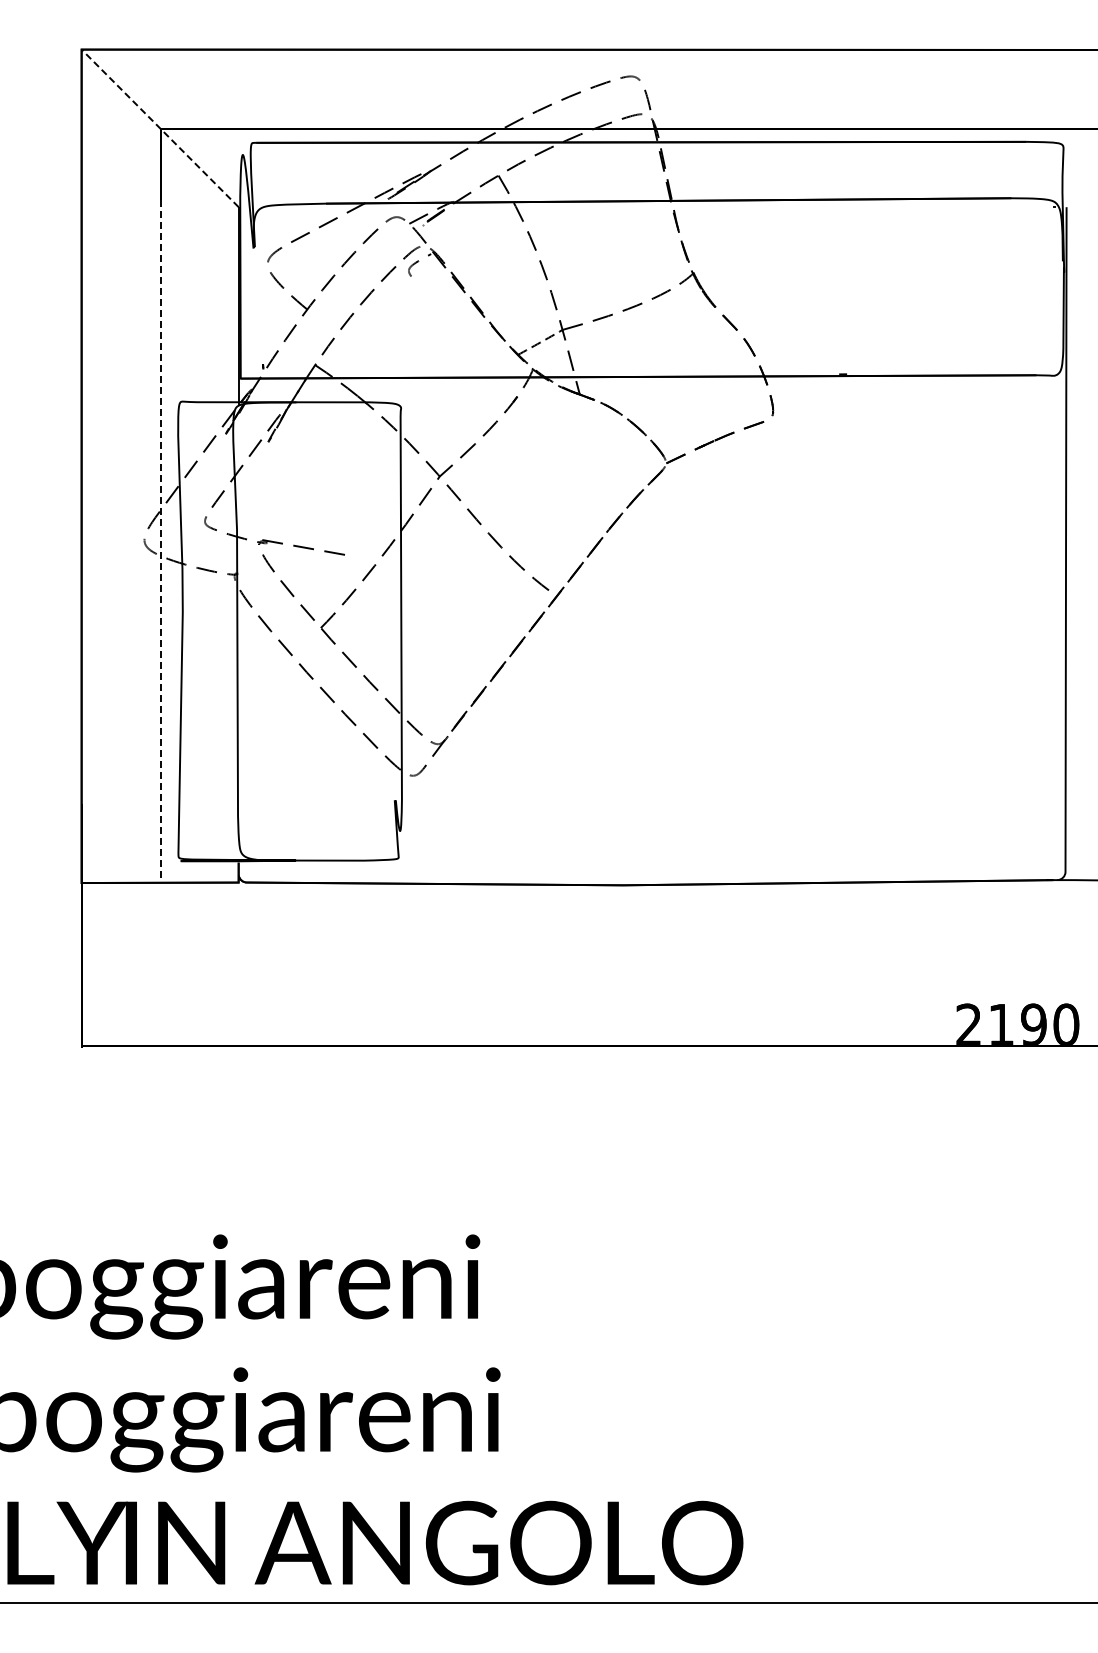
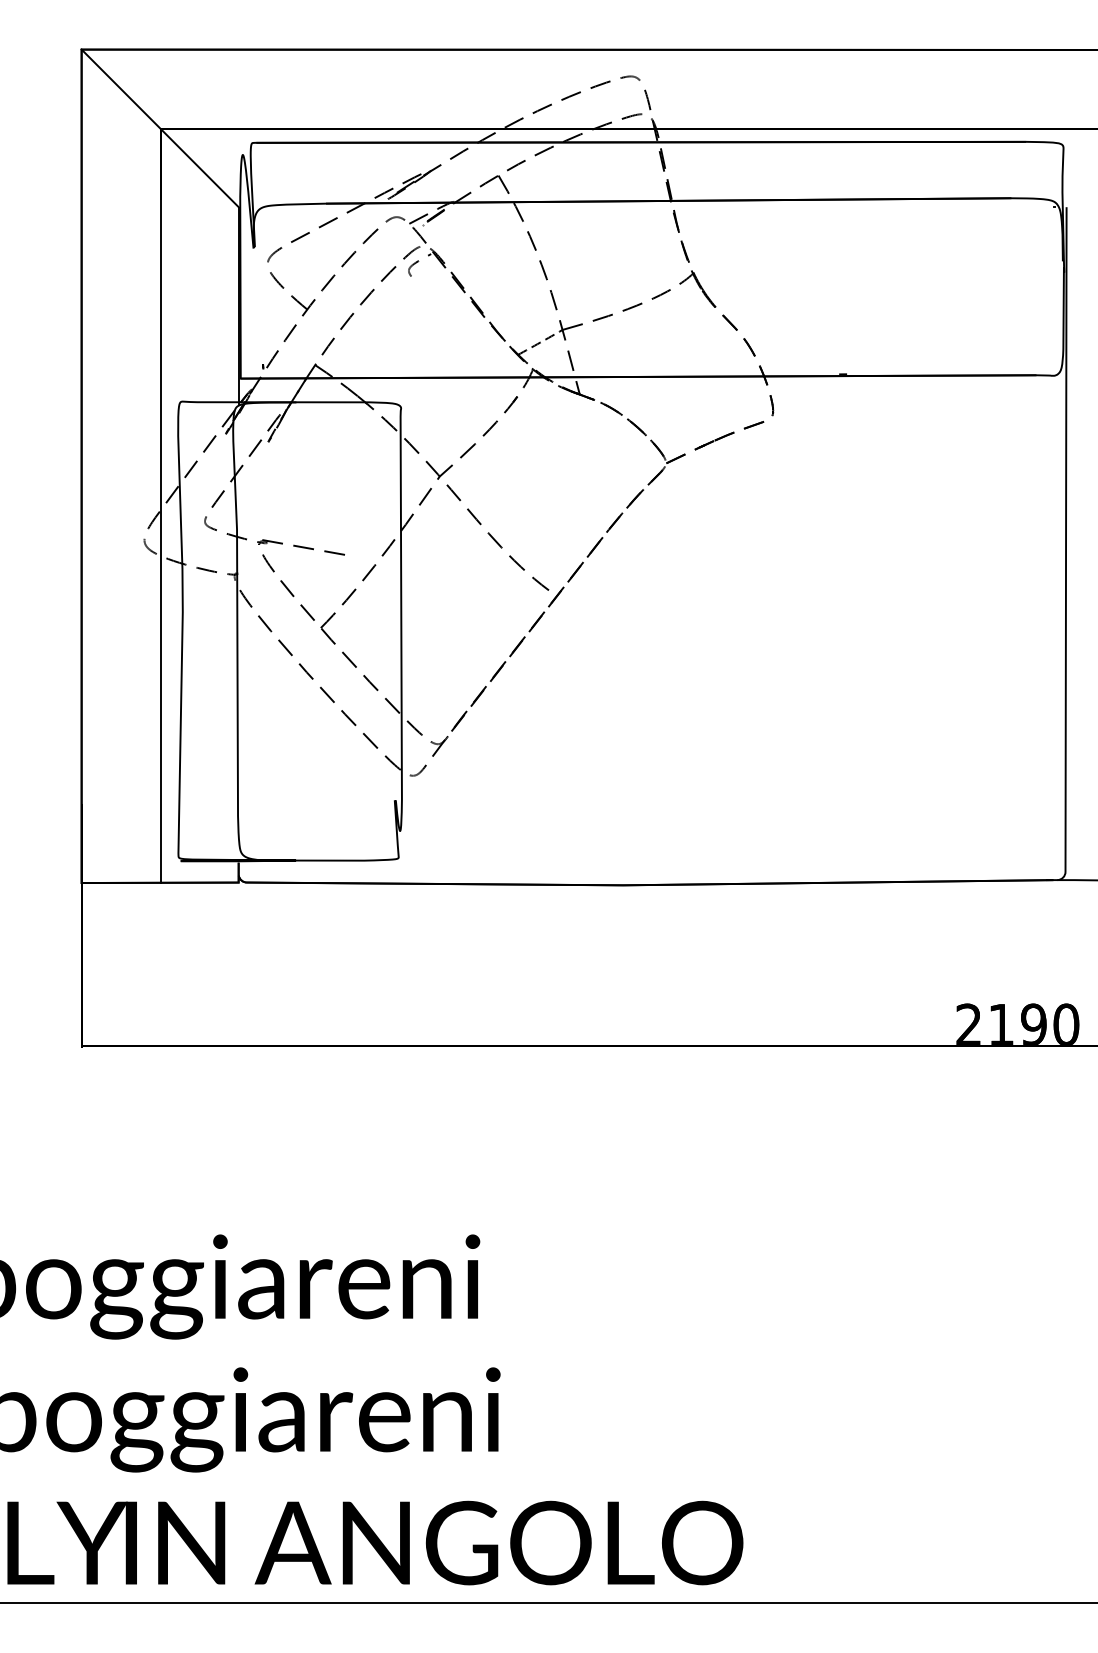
line at (159, 128): dashed -> solid
line at (160, 541): dashed -> solid
